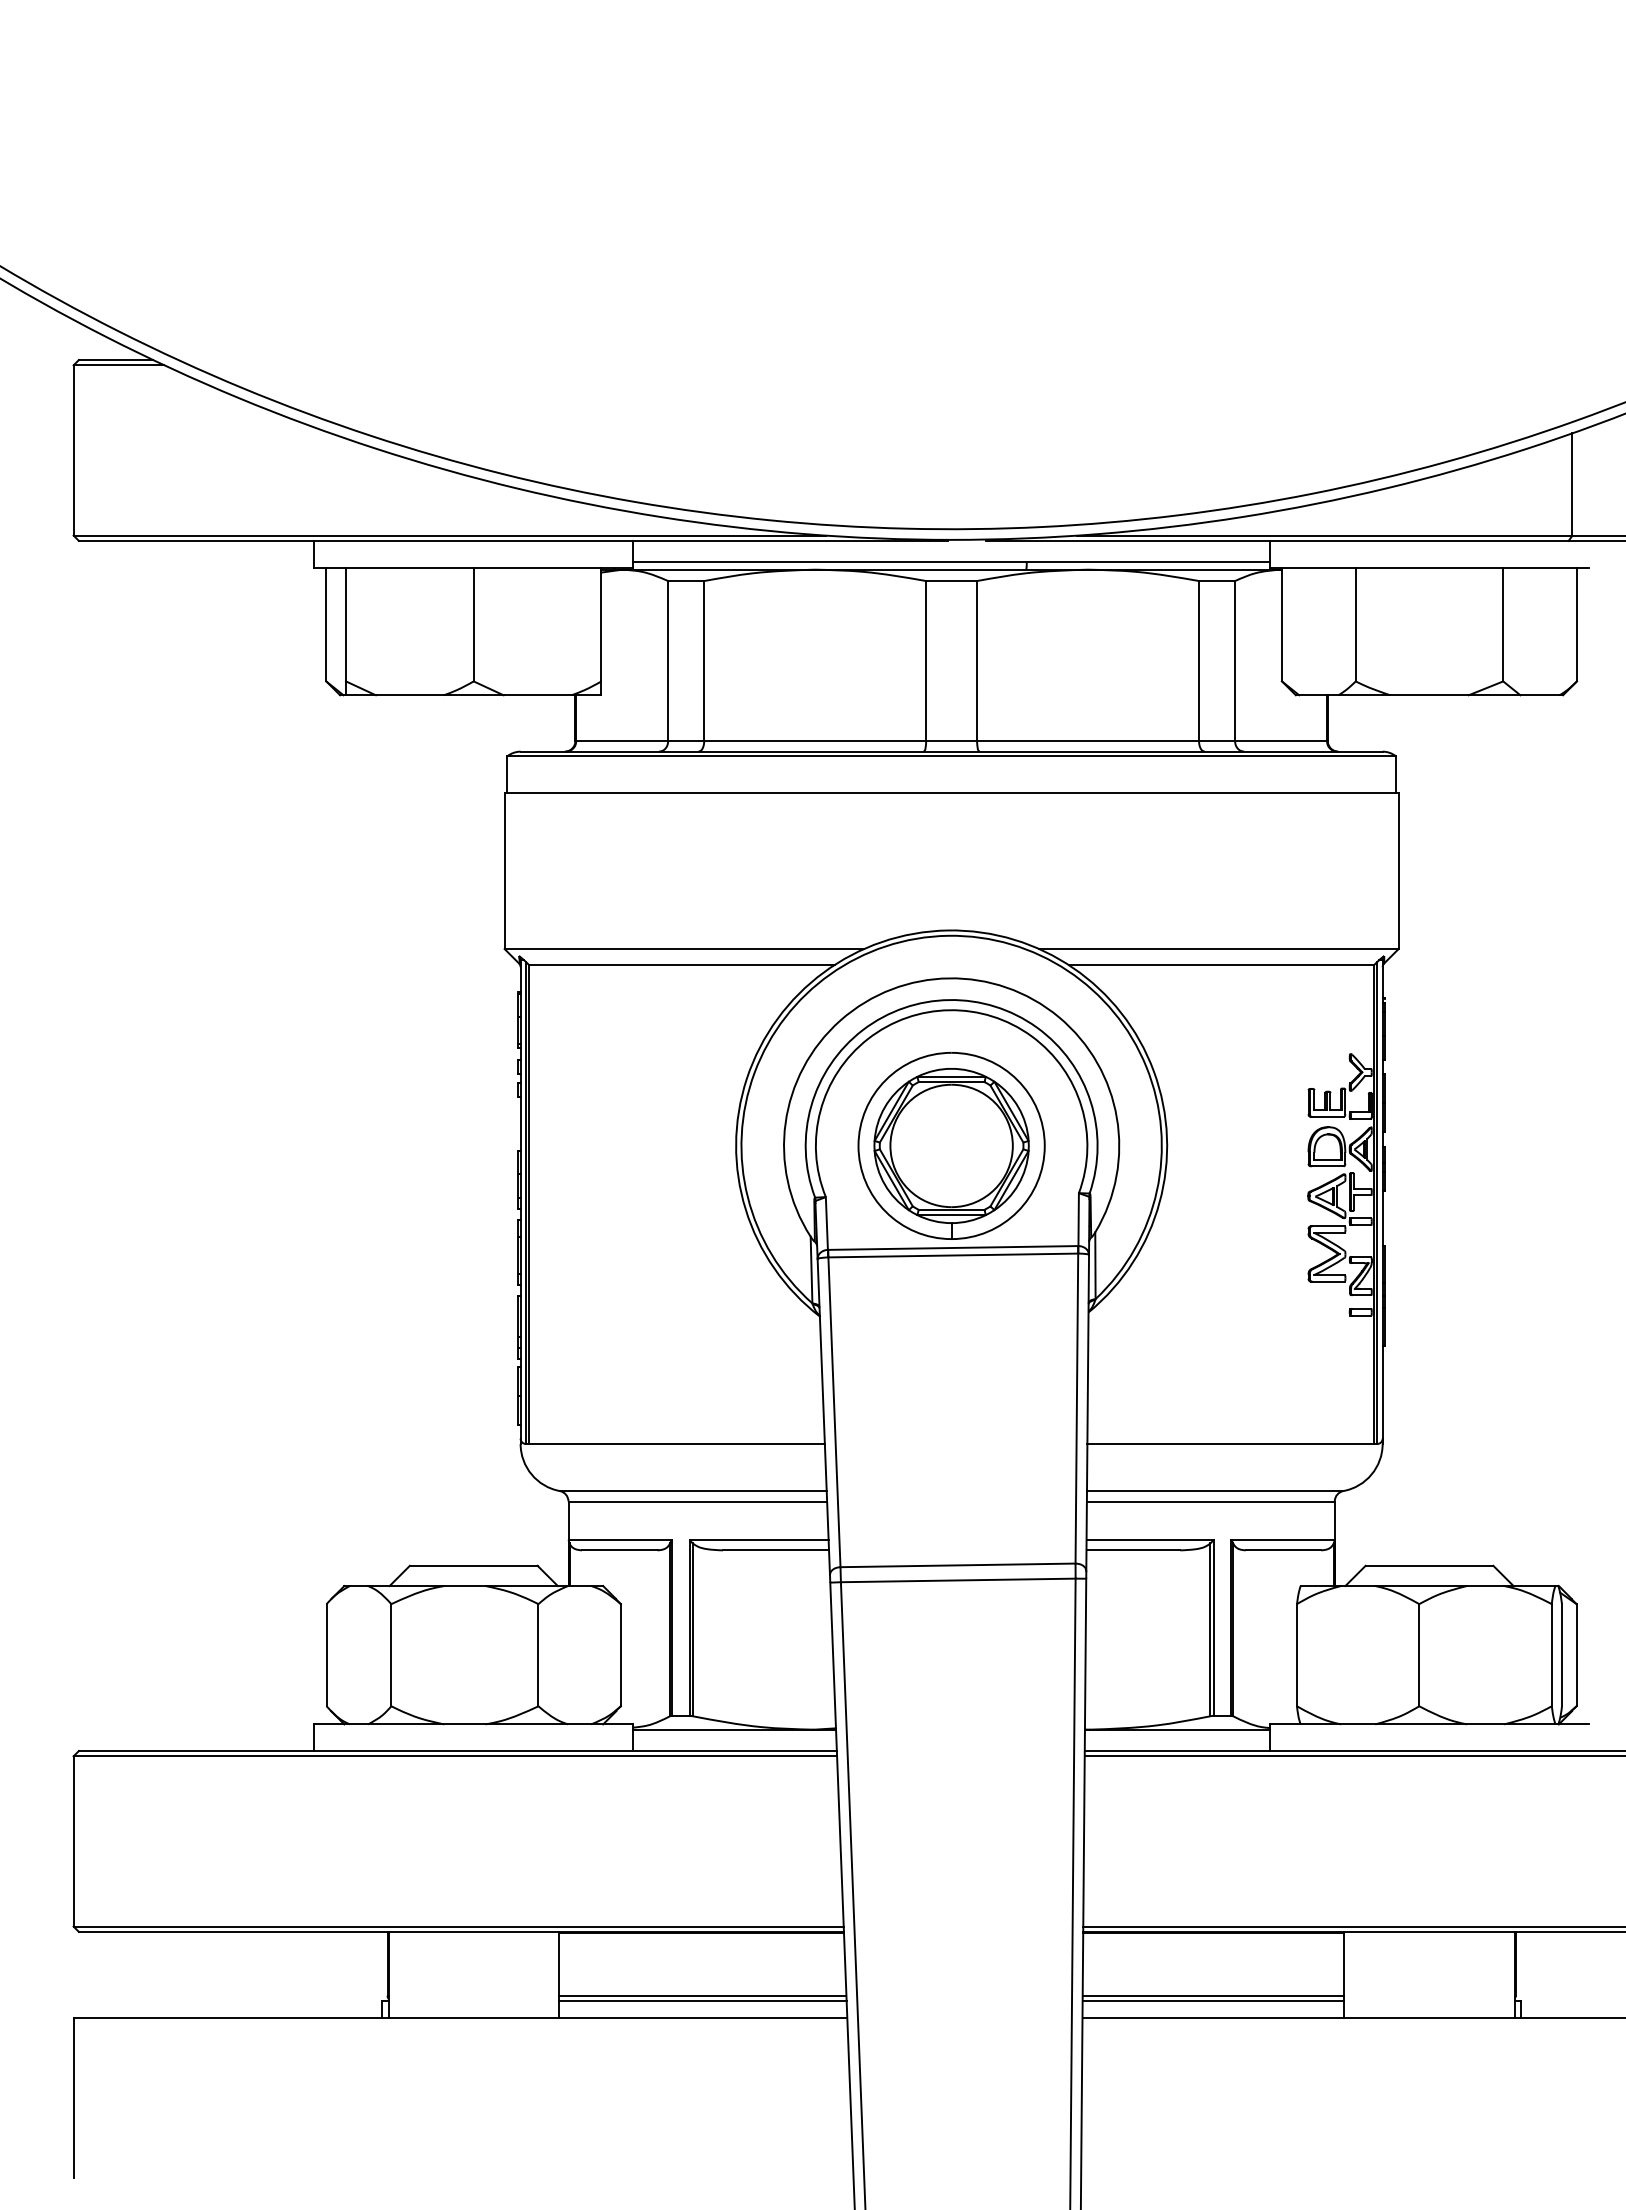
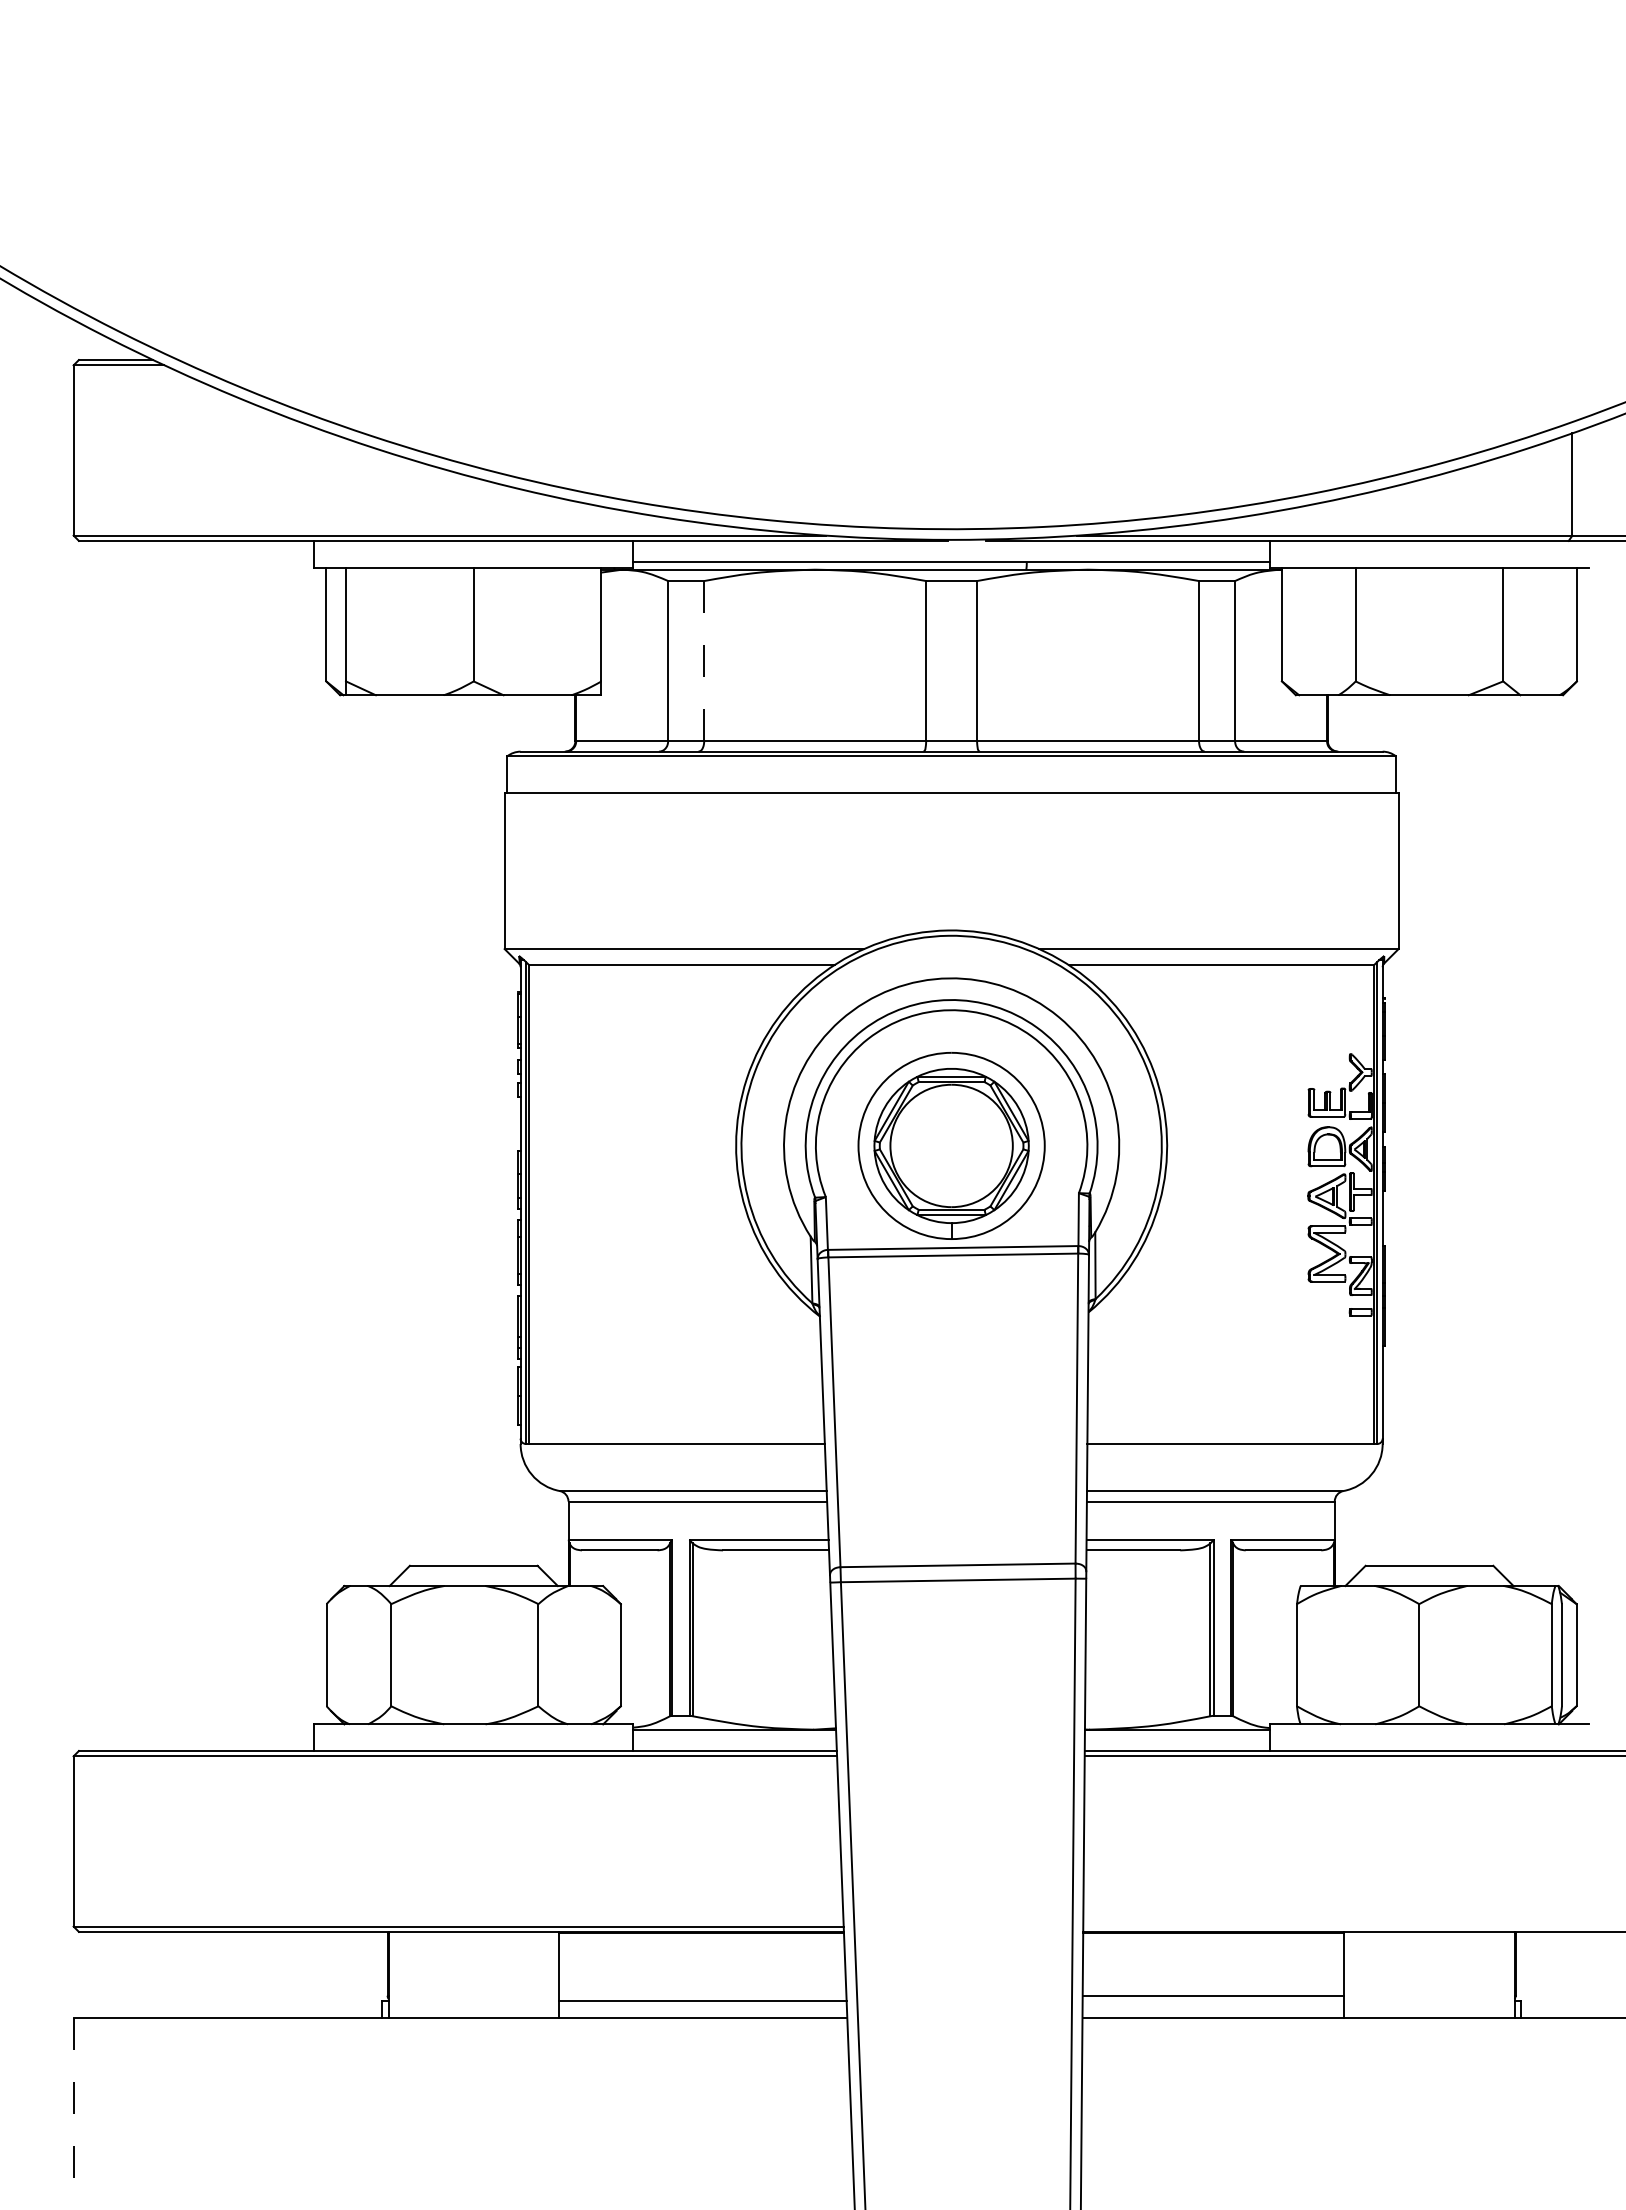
line at (704, 661): solid -> dashed
line at (1352, 1926): present -> none
line at (702, 1995): present -> none
line at (1213, 2001): present -> none
line at (73, 2097): solid -> dashed
